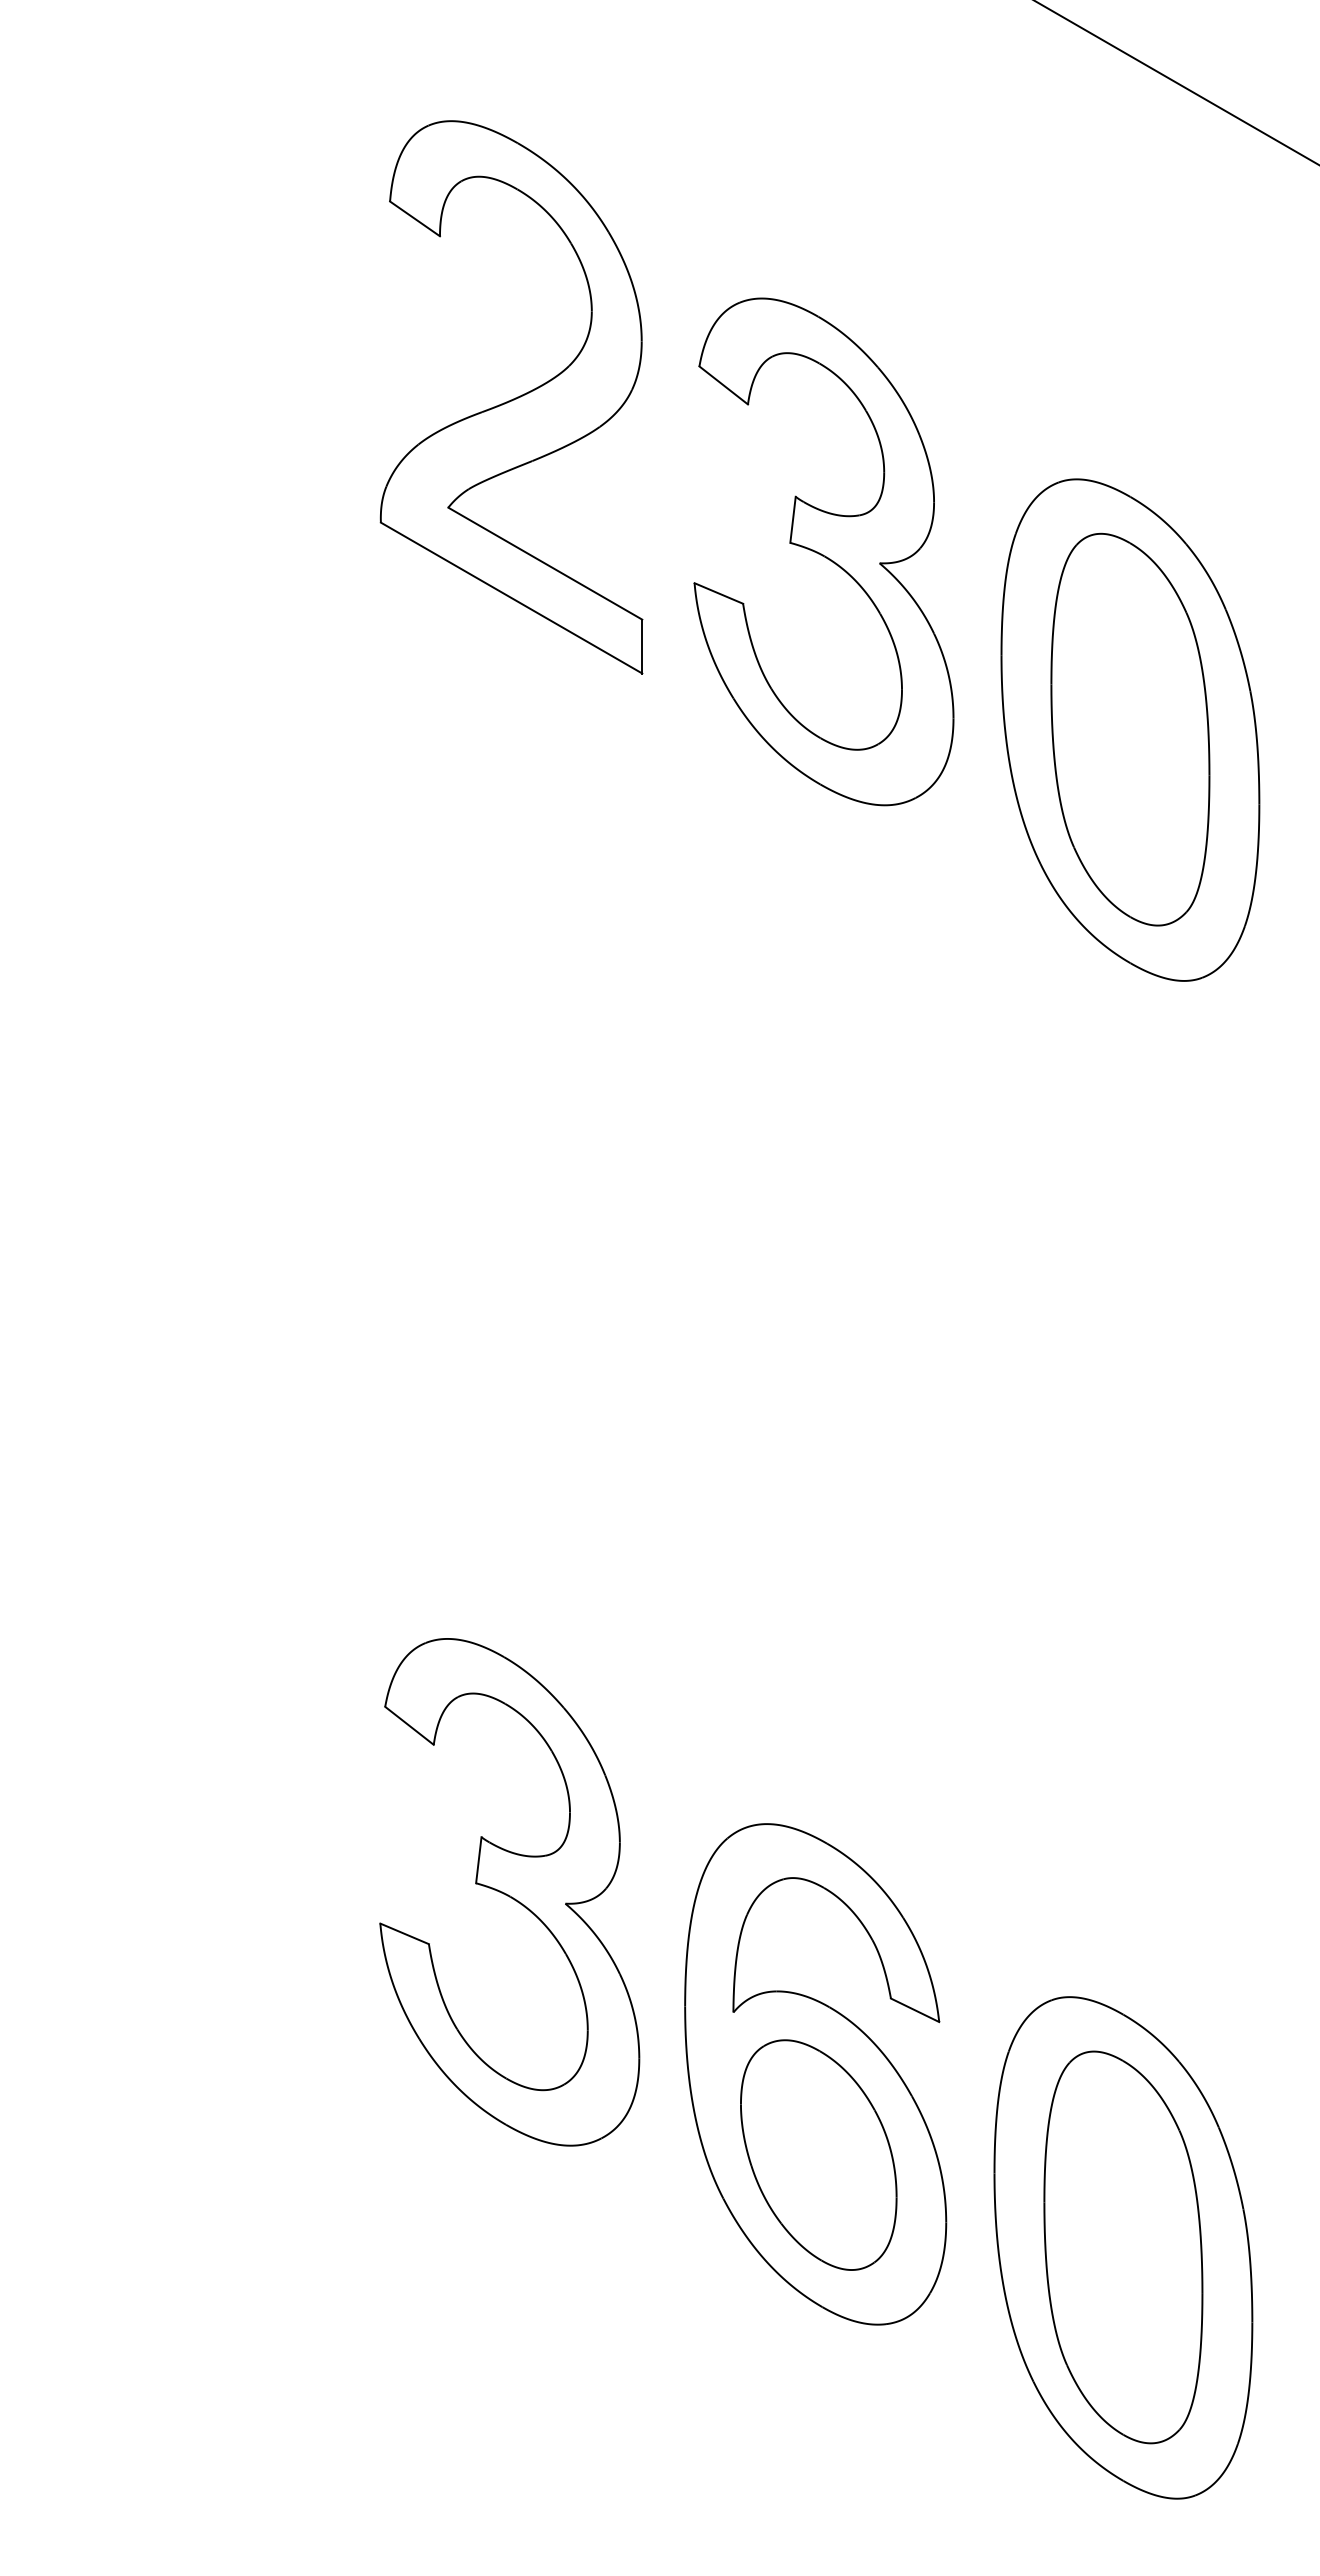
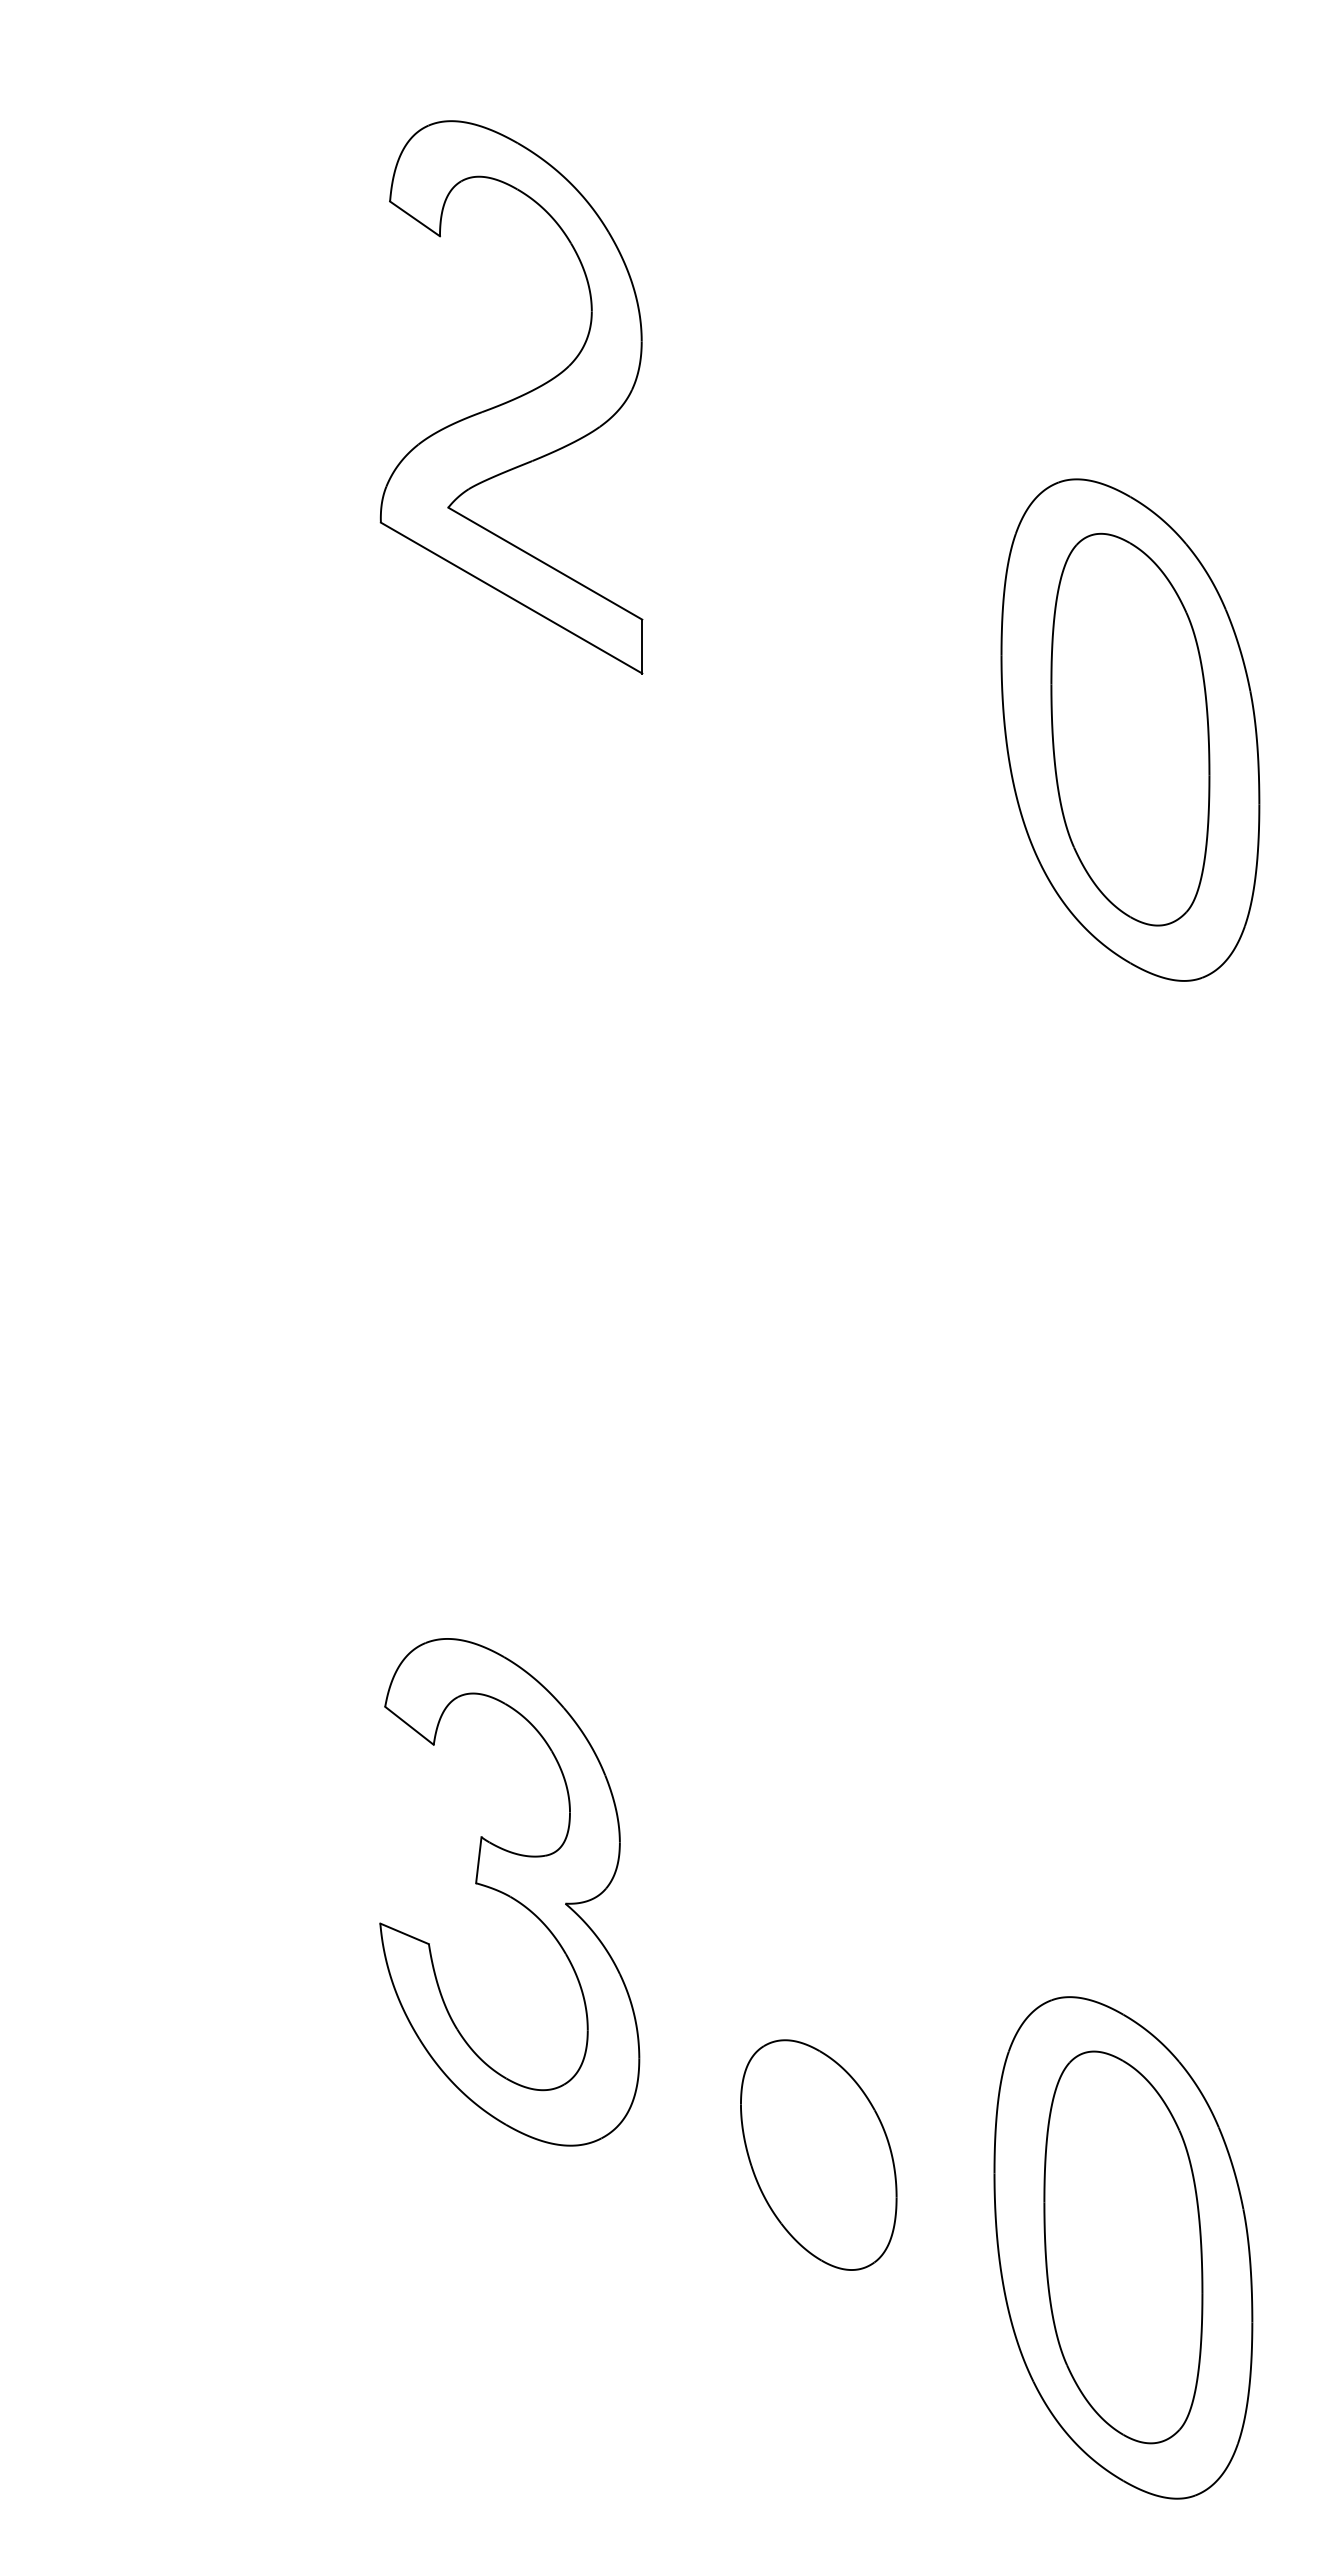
line at (1176, 82): present -> none
part at (823, 551): present -> none
part at (815, 2074): present -> none
